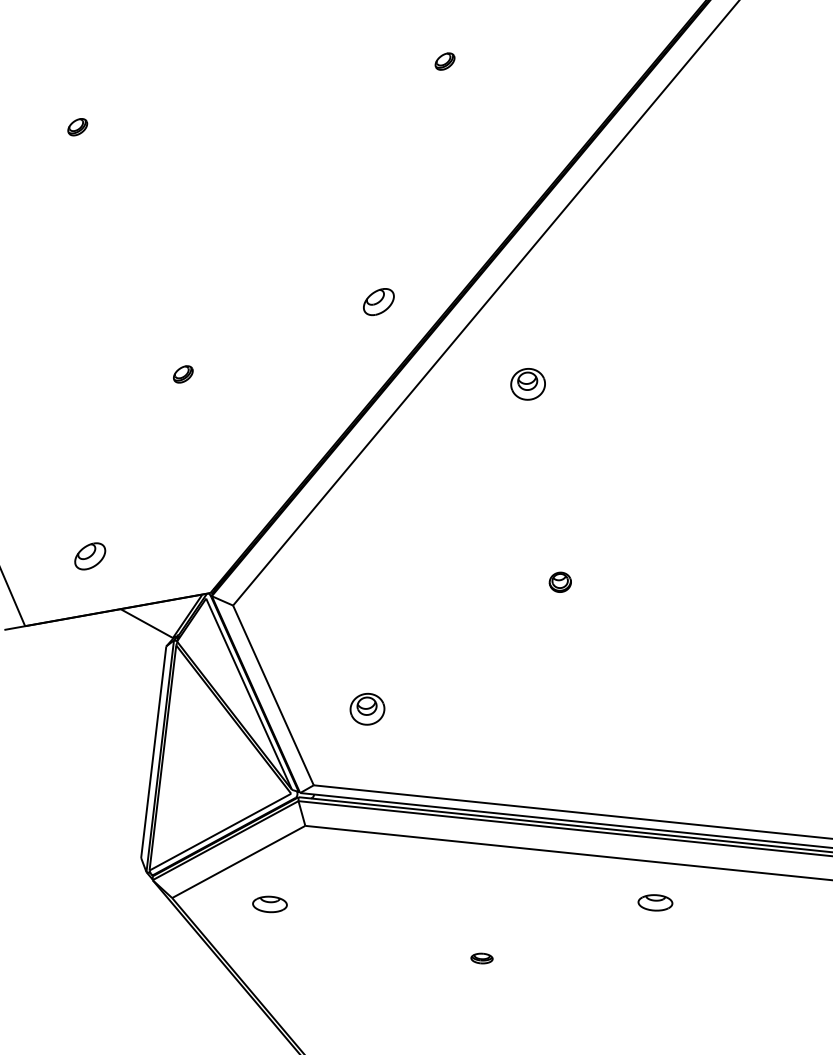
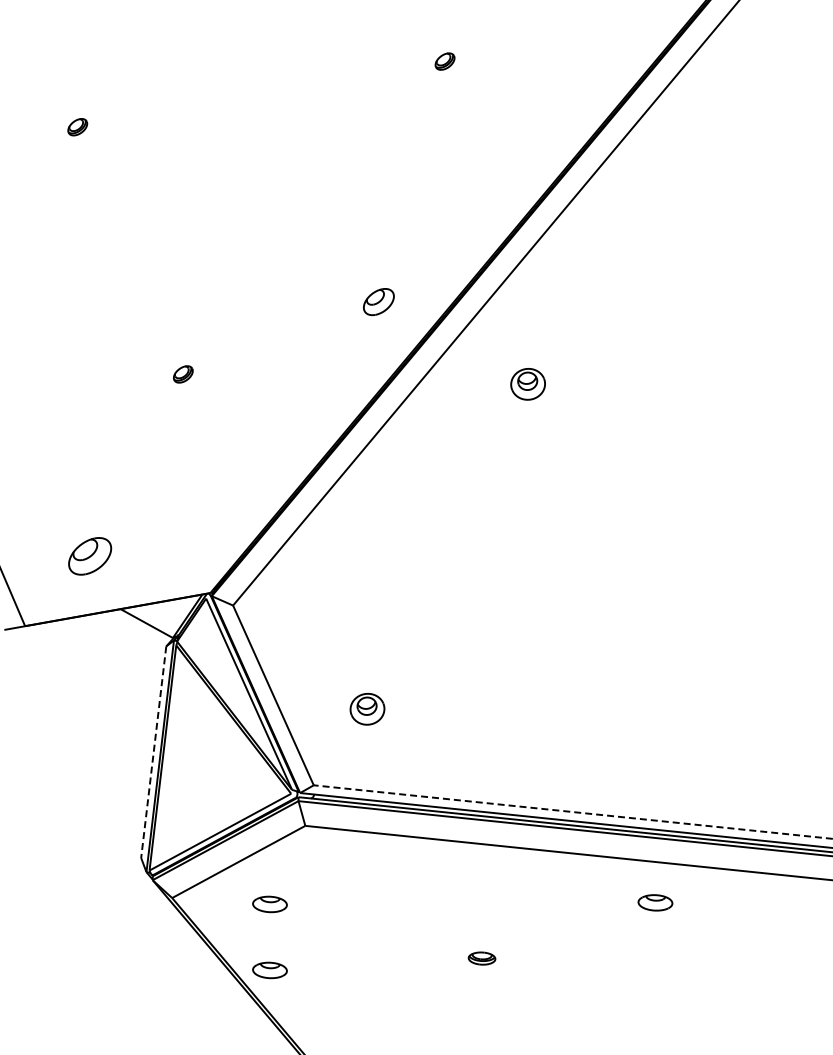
part at (90, 556) size: 33x29 px -> 45x39 px
part at (559, 581): present -> none
line at (153, 752): solid -> dashed
line at (573, 812): solid -> dashed
part at (481, 958) size: 24x13 px -> 30x15 px
part at (269, 970): none -> present
